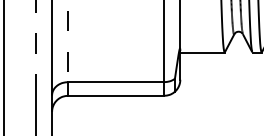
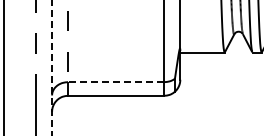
line at (52, 67): solid -> dashed
line at (115, 82): solid -> dashed
